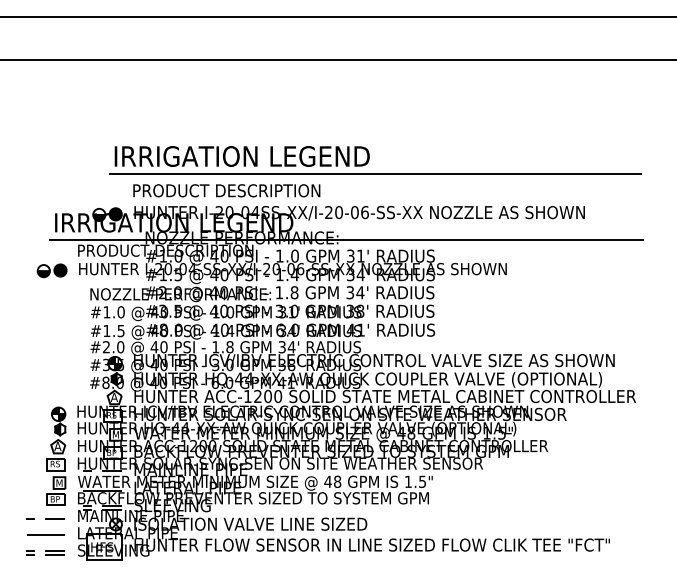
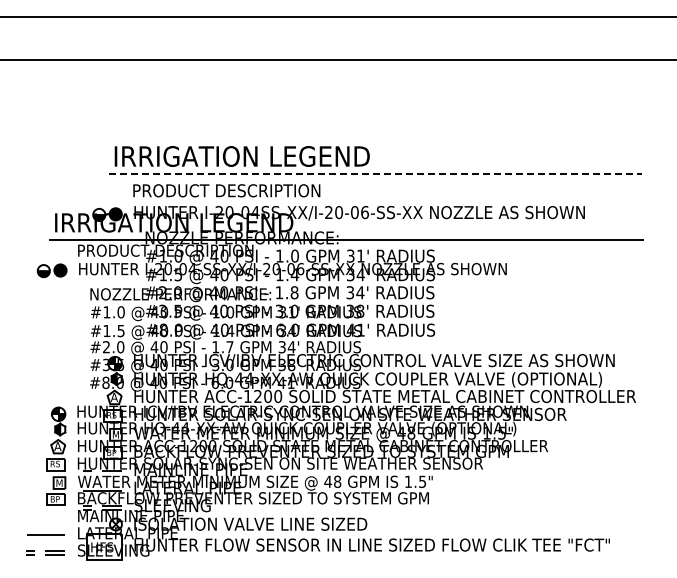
line at (375, 174): solid -> dashed
text at (229, 347): 1.8 -> 1.7
line at (45, 518): present -> none
